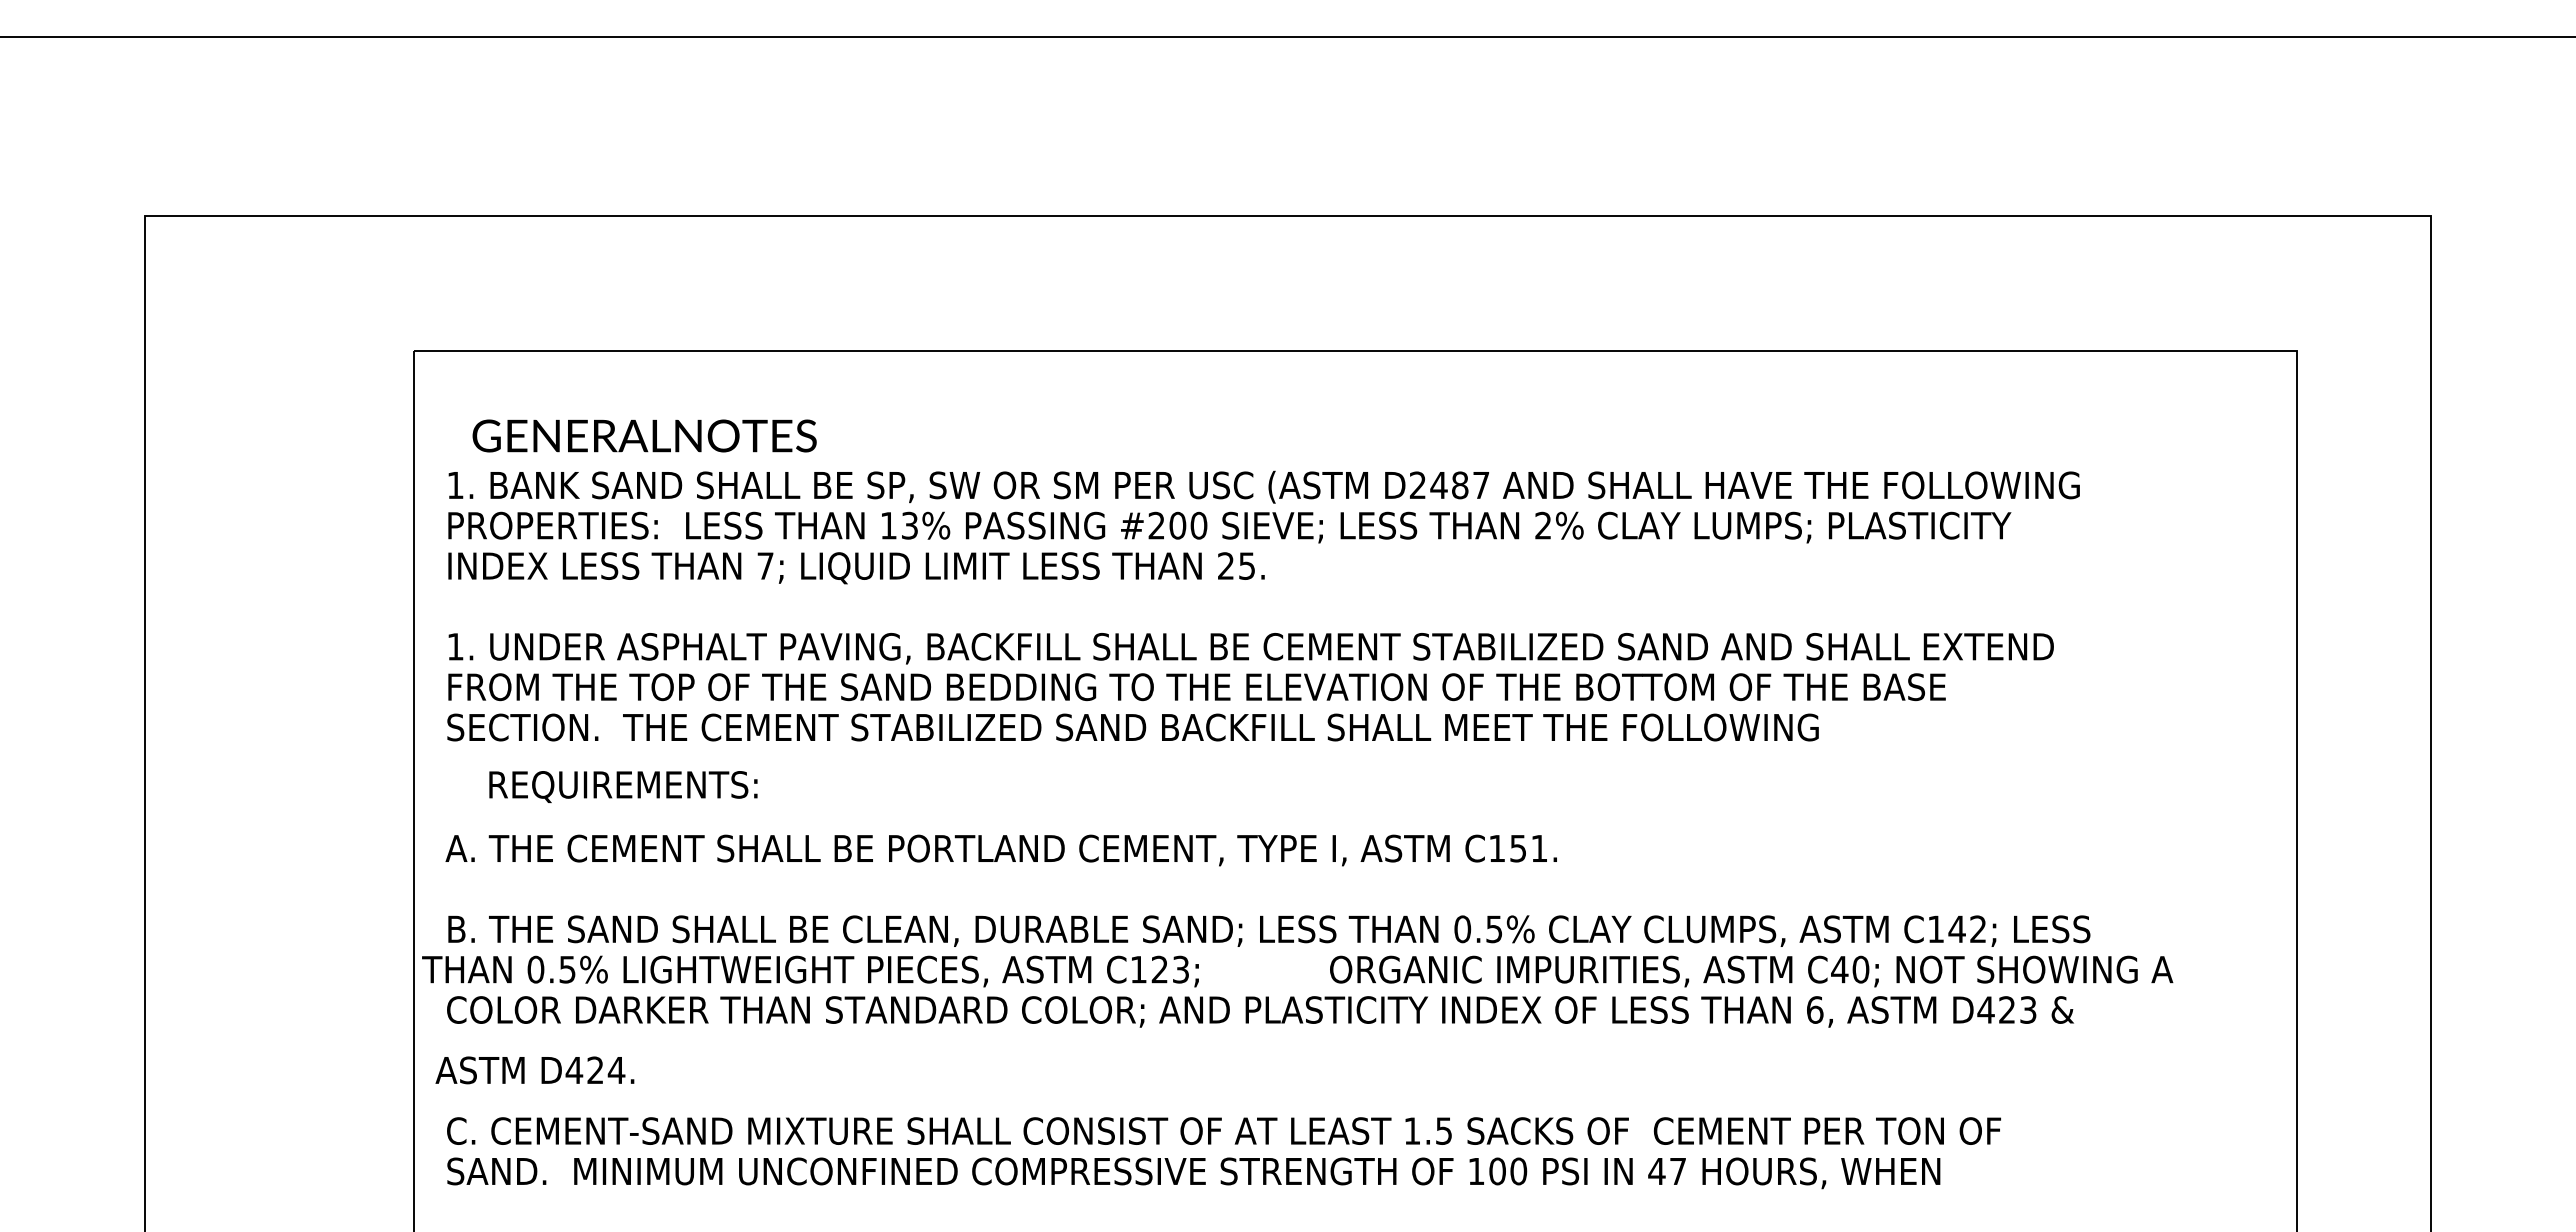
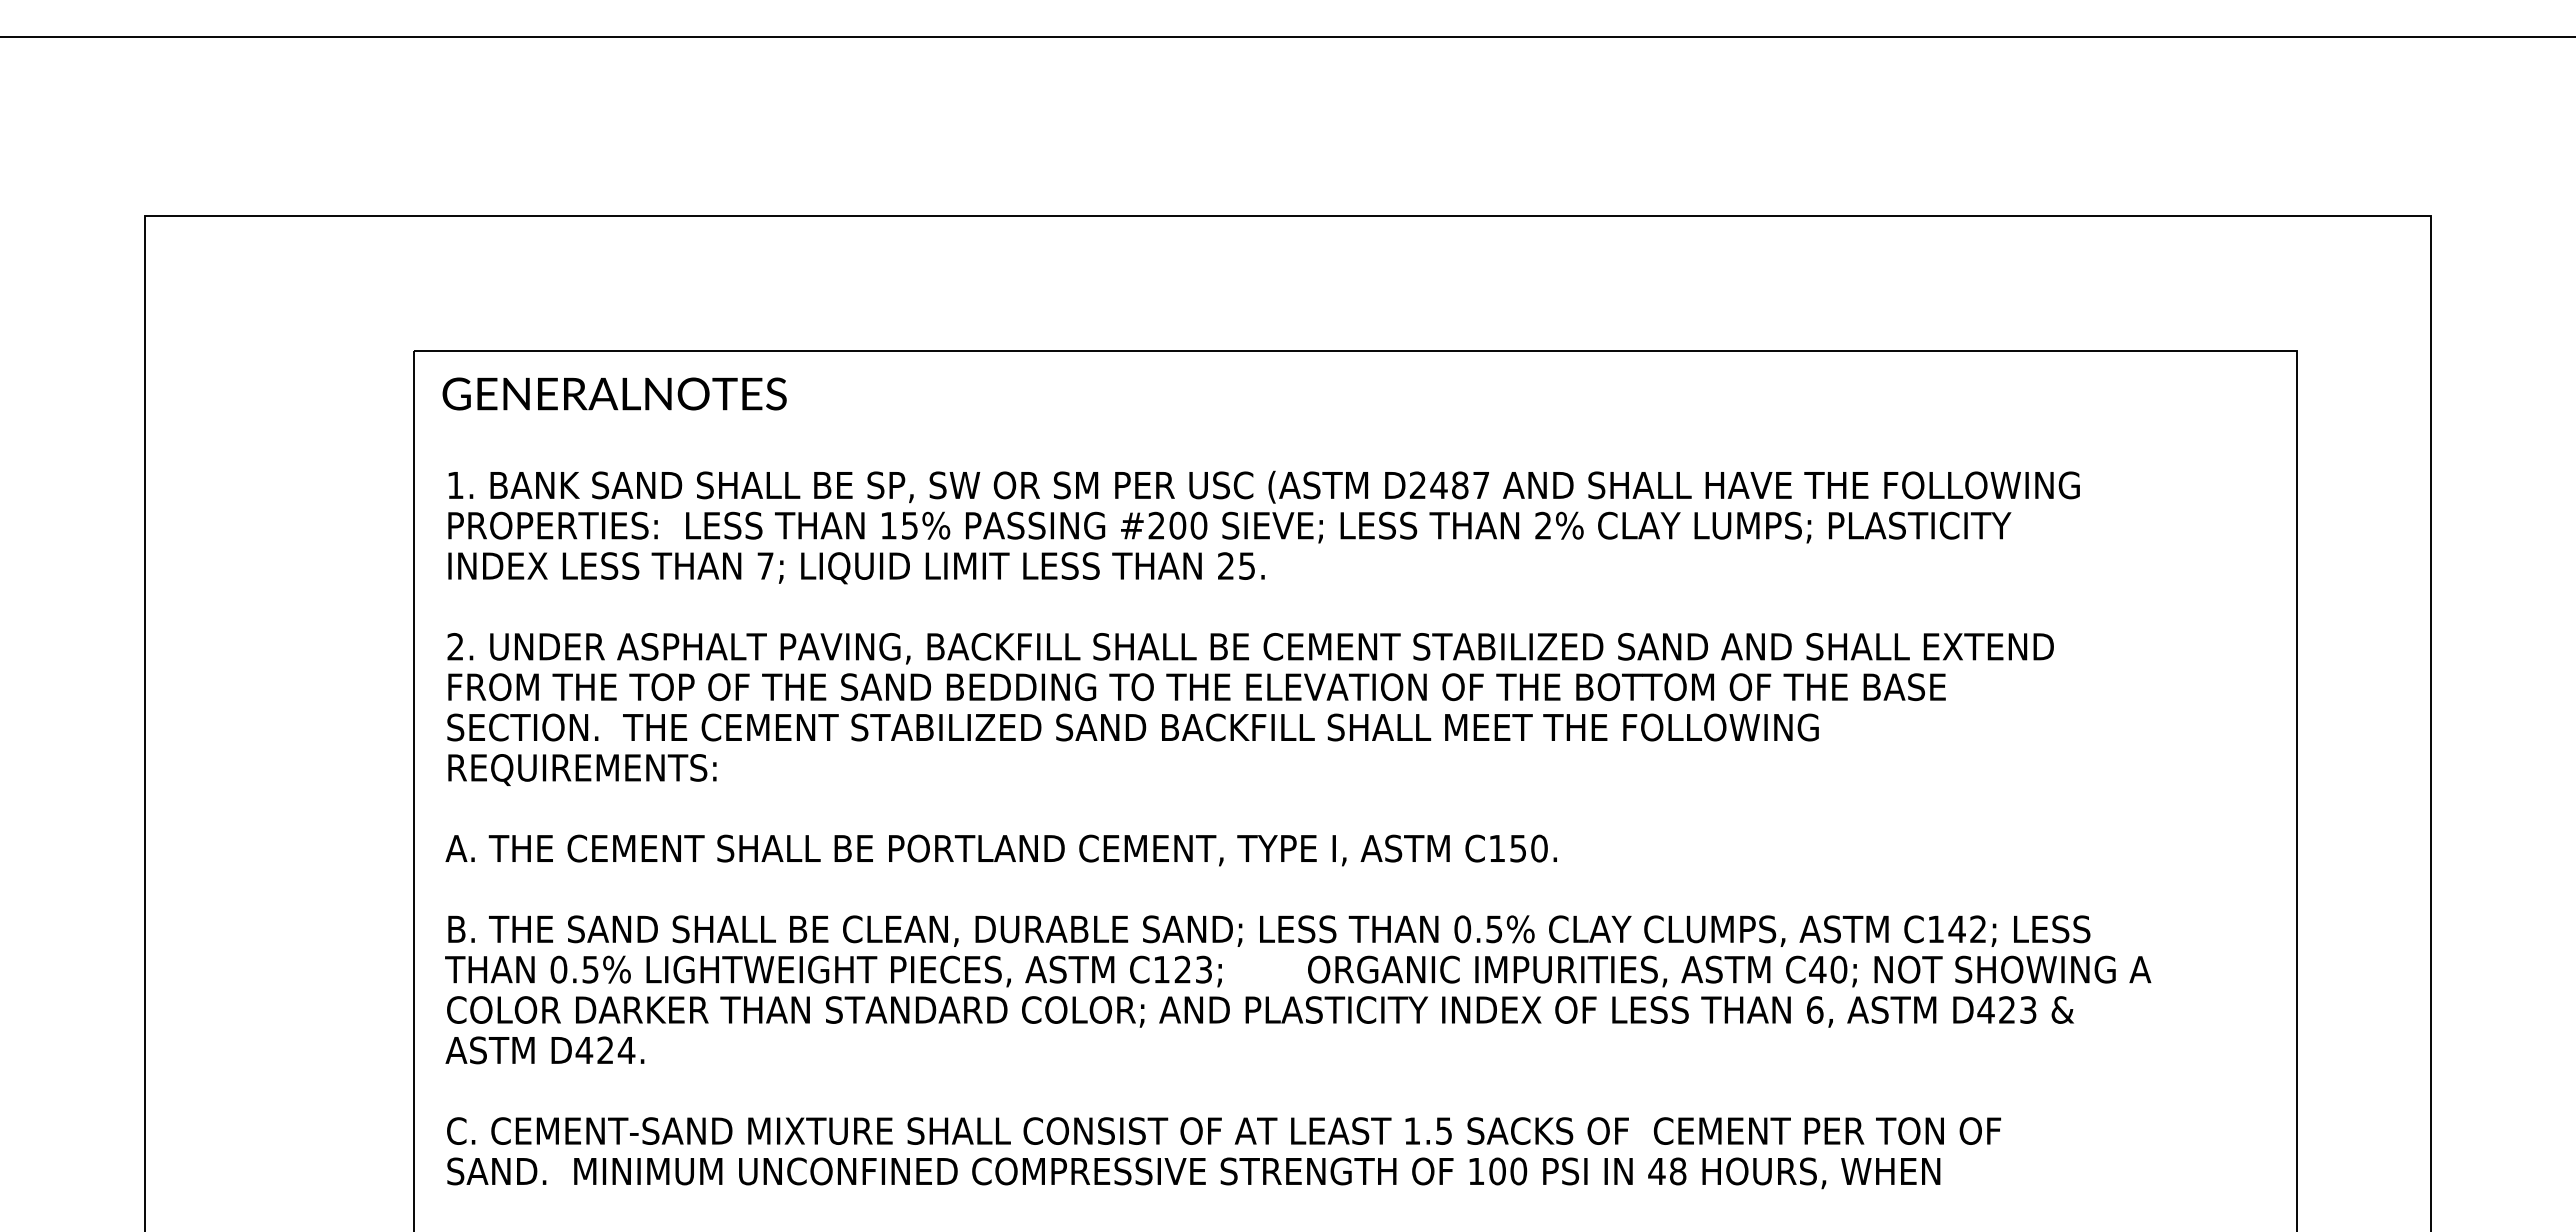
text at (644, 435) position: (644, 435) -> (614, 393)
text at (909, 524): 13% -> 15%
text at (455, 646): 1. -> 2.
text at (623, 786) position: (623, 786) -> (582, 769)
text at (1539, 848): C151. -> C150.
text at (810, 971) position: (810, 971) -> (833, 971)
text at (1751, 971) position: (1751, 971) -> (1729, 971)
text at (534, 1070) position: (534, 1070) -> (544, 1050)
text at (1677, 1171): 47 -> 48
